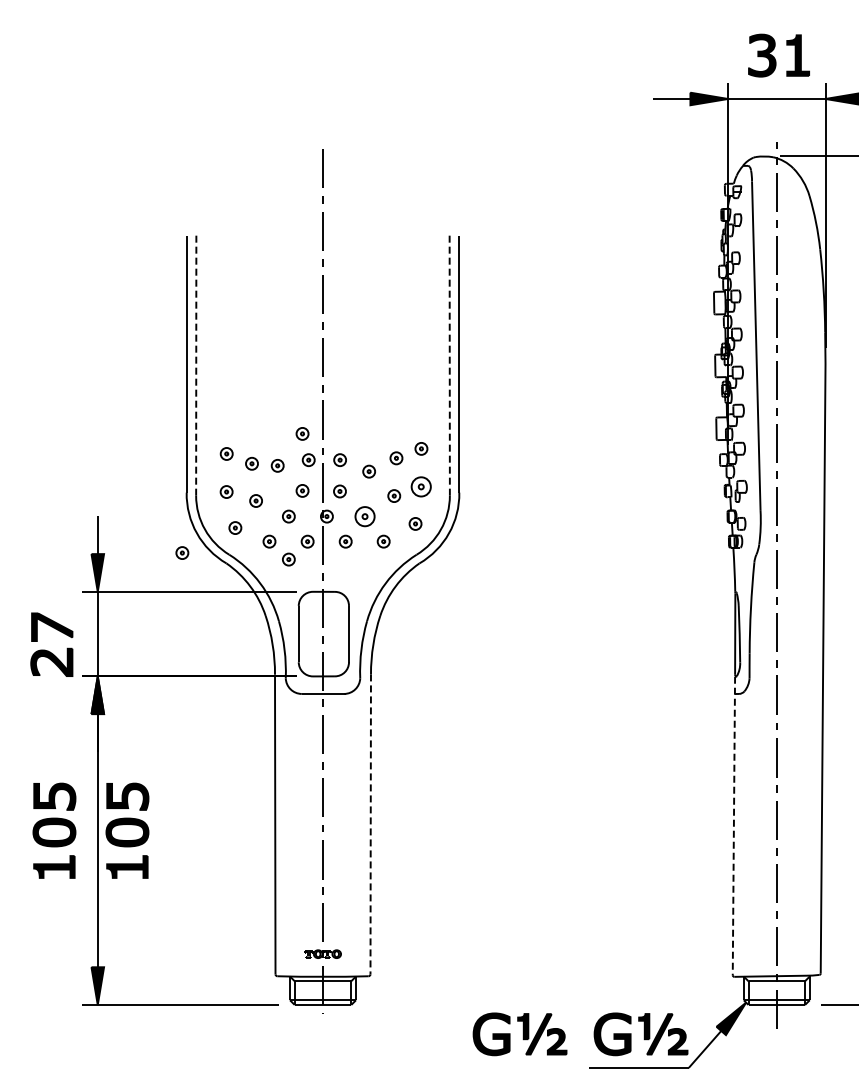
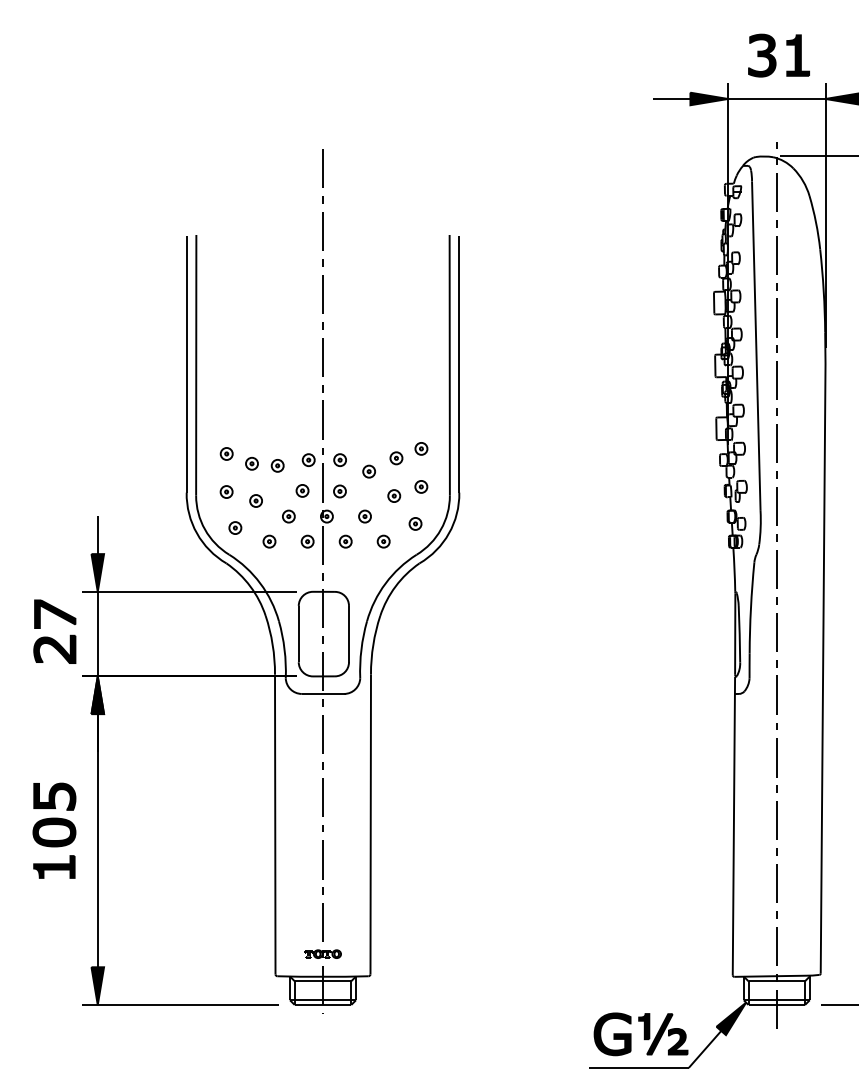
line at (196, 364): dashed -> solid
line at (449, 364): dashed -> solid
part at (302, 433): present -> none
part at (420, 486) size: 22x22 px -> 15x14 px
part at (364, 516) size: 22x22 px -> 14x15 px
part at (182, 552): present -> none
part at (288, 559): present -> none
part at (48, 650) position: (48, 650) -> (51, 637)
line at (370, 824): dashed -> solid
line at (733, 826): dashed -> solid
part at (127, 830): present -> none
part at (519, 1034): present -> none
